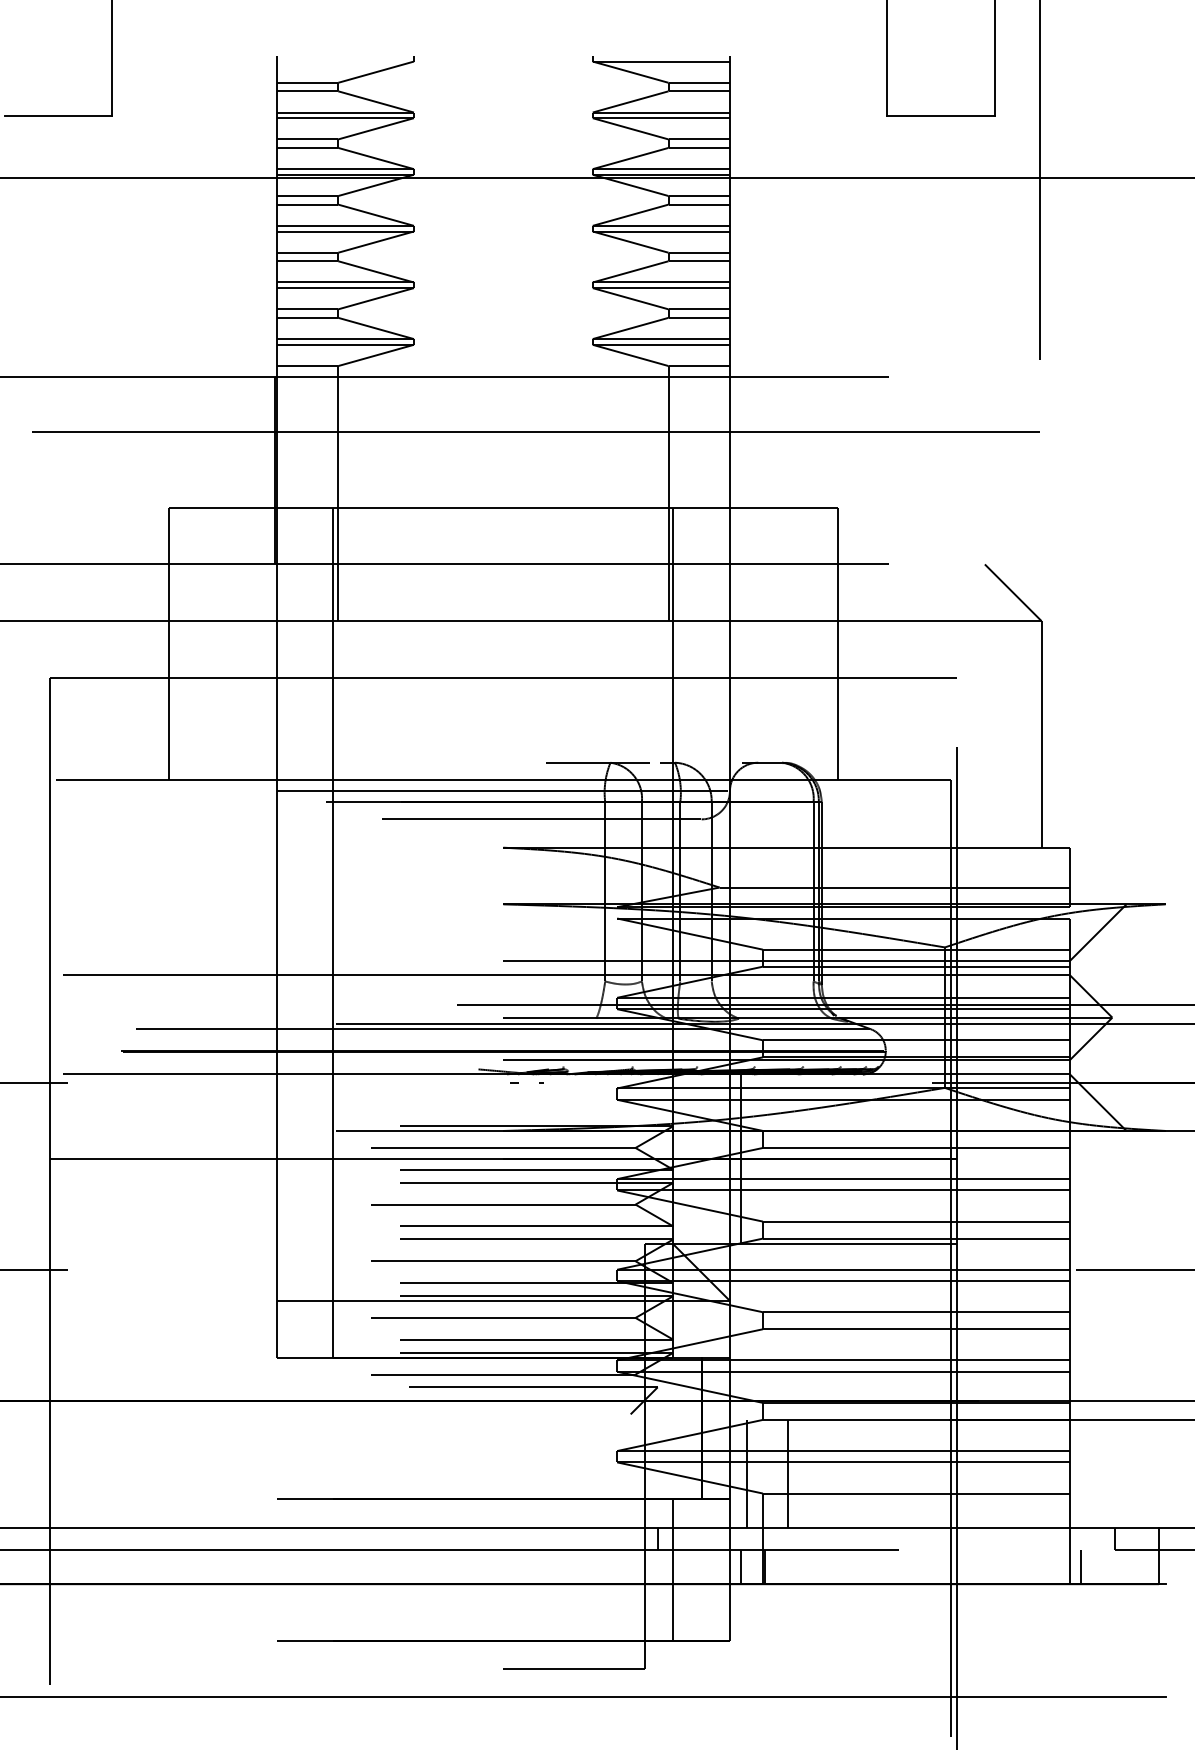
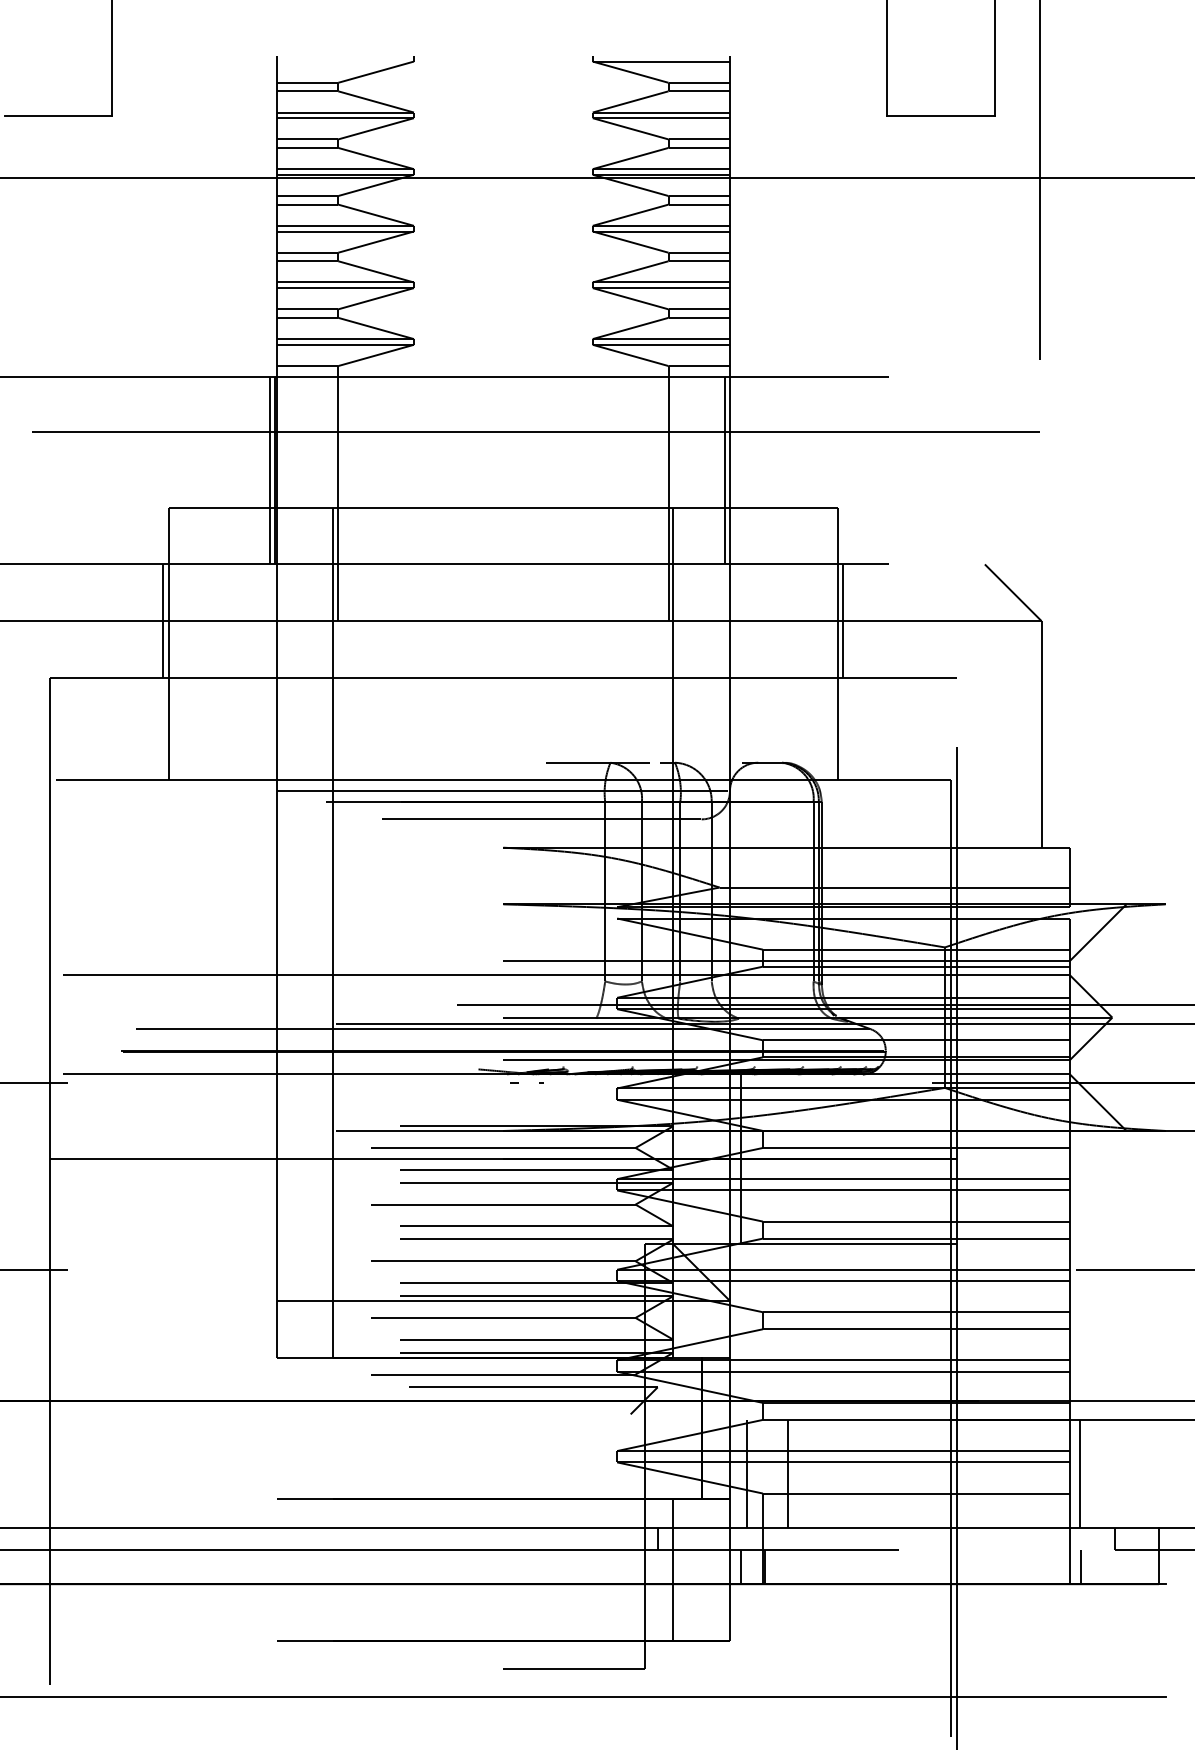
line at (269, 470): none -> present
line at (724, 470): none -> present
line at (163, 620): none -> present
line at (843, 620): none -> present
line at (1079, 1473): none -> present
